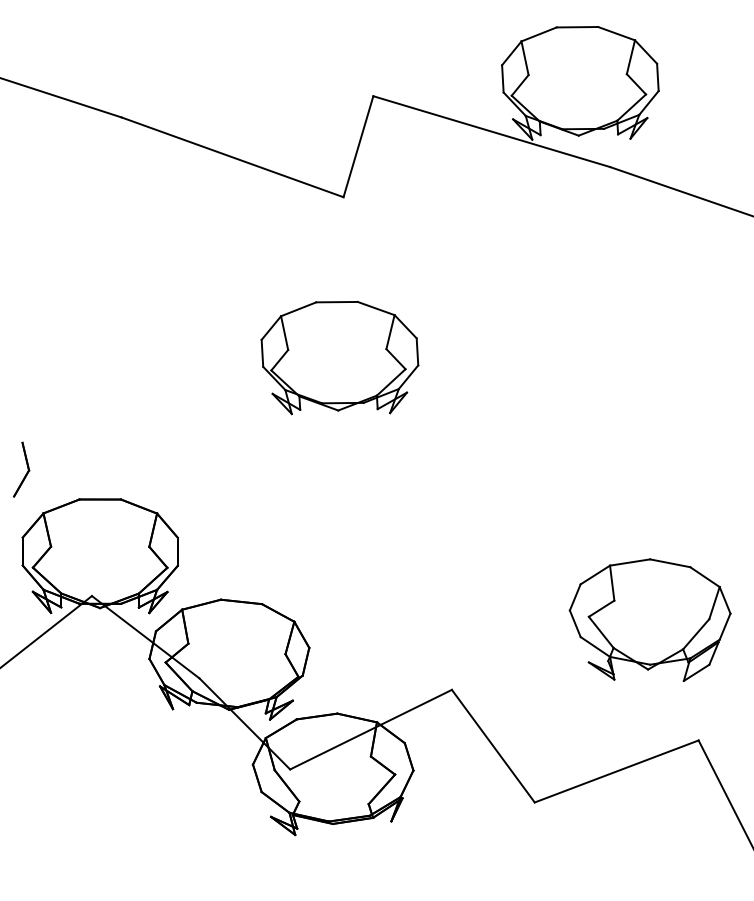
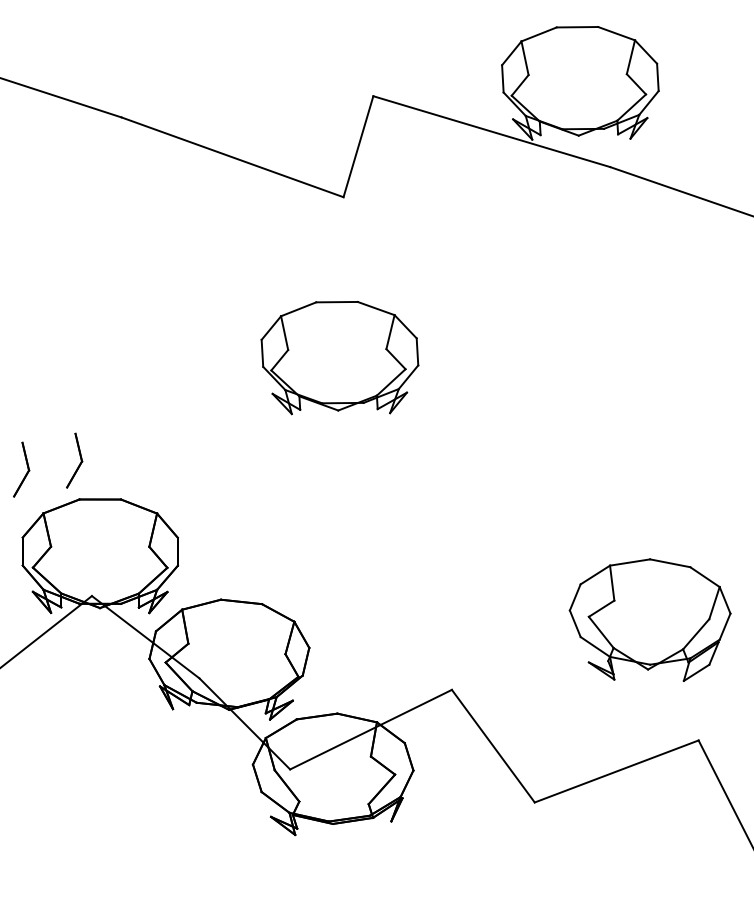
part at (74, 460): none -> present
